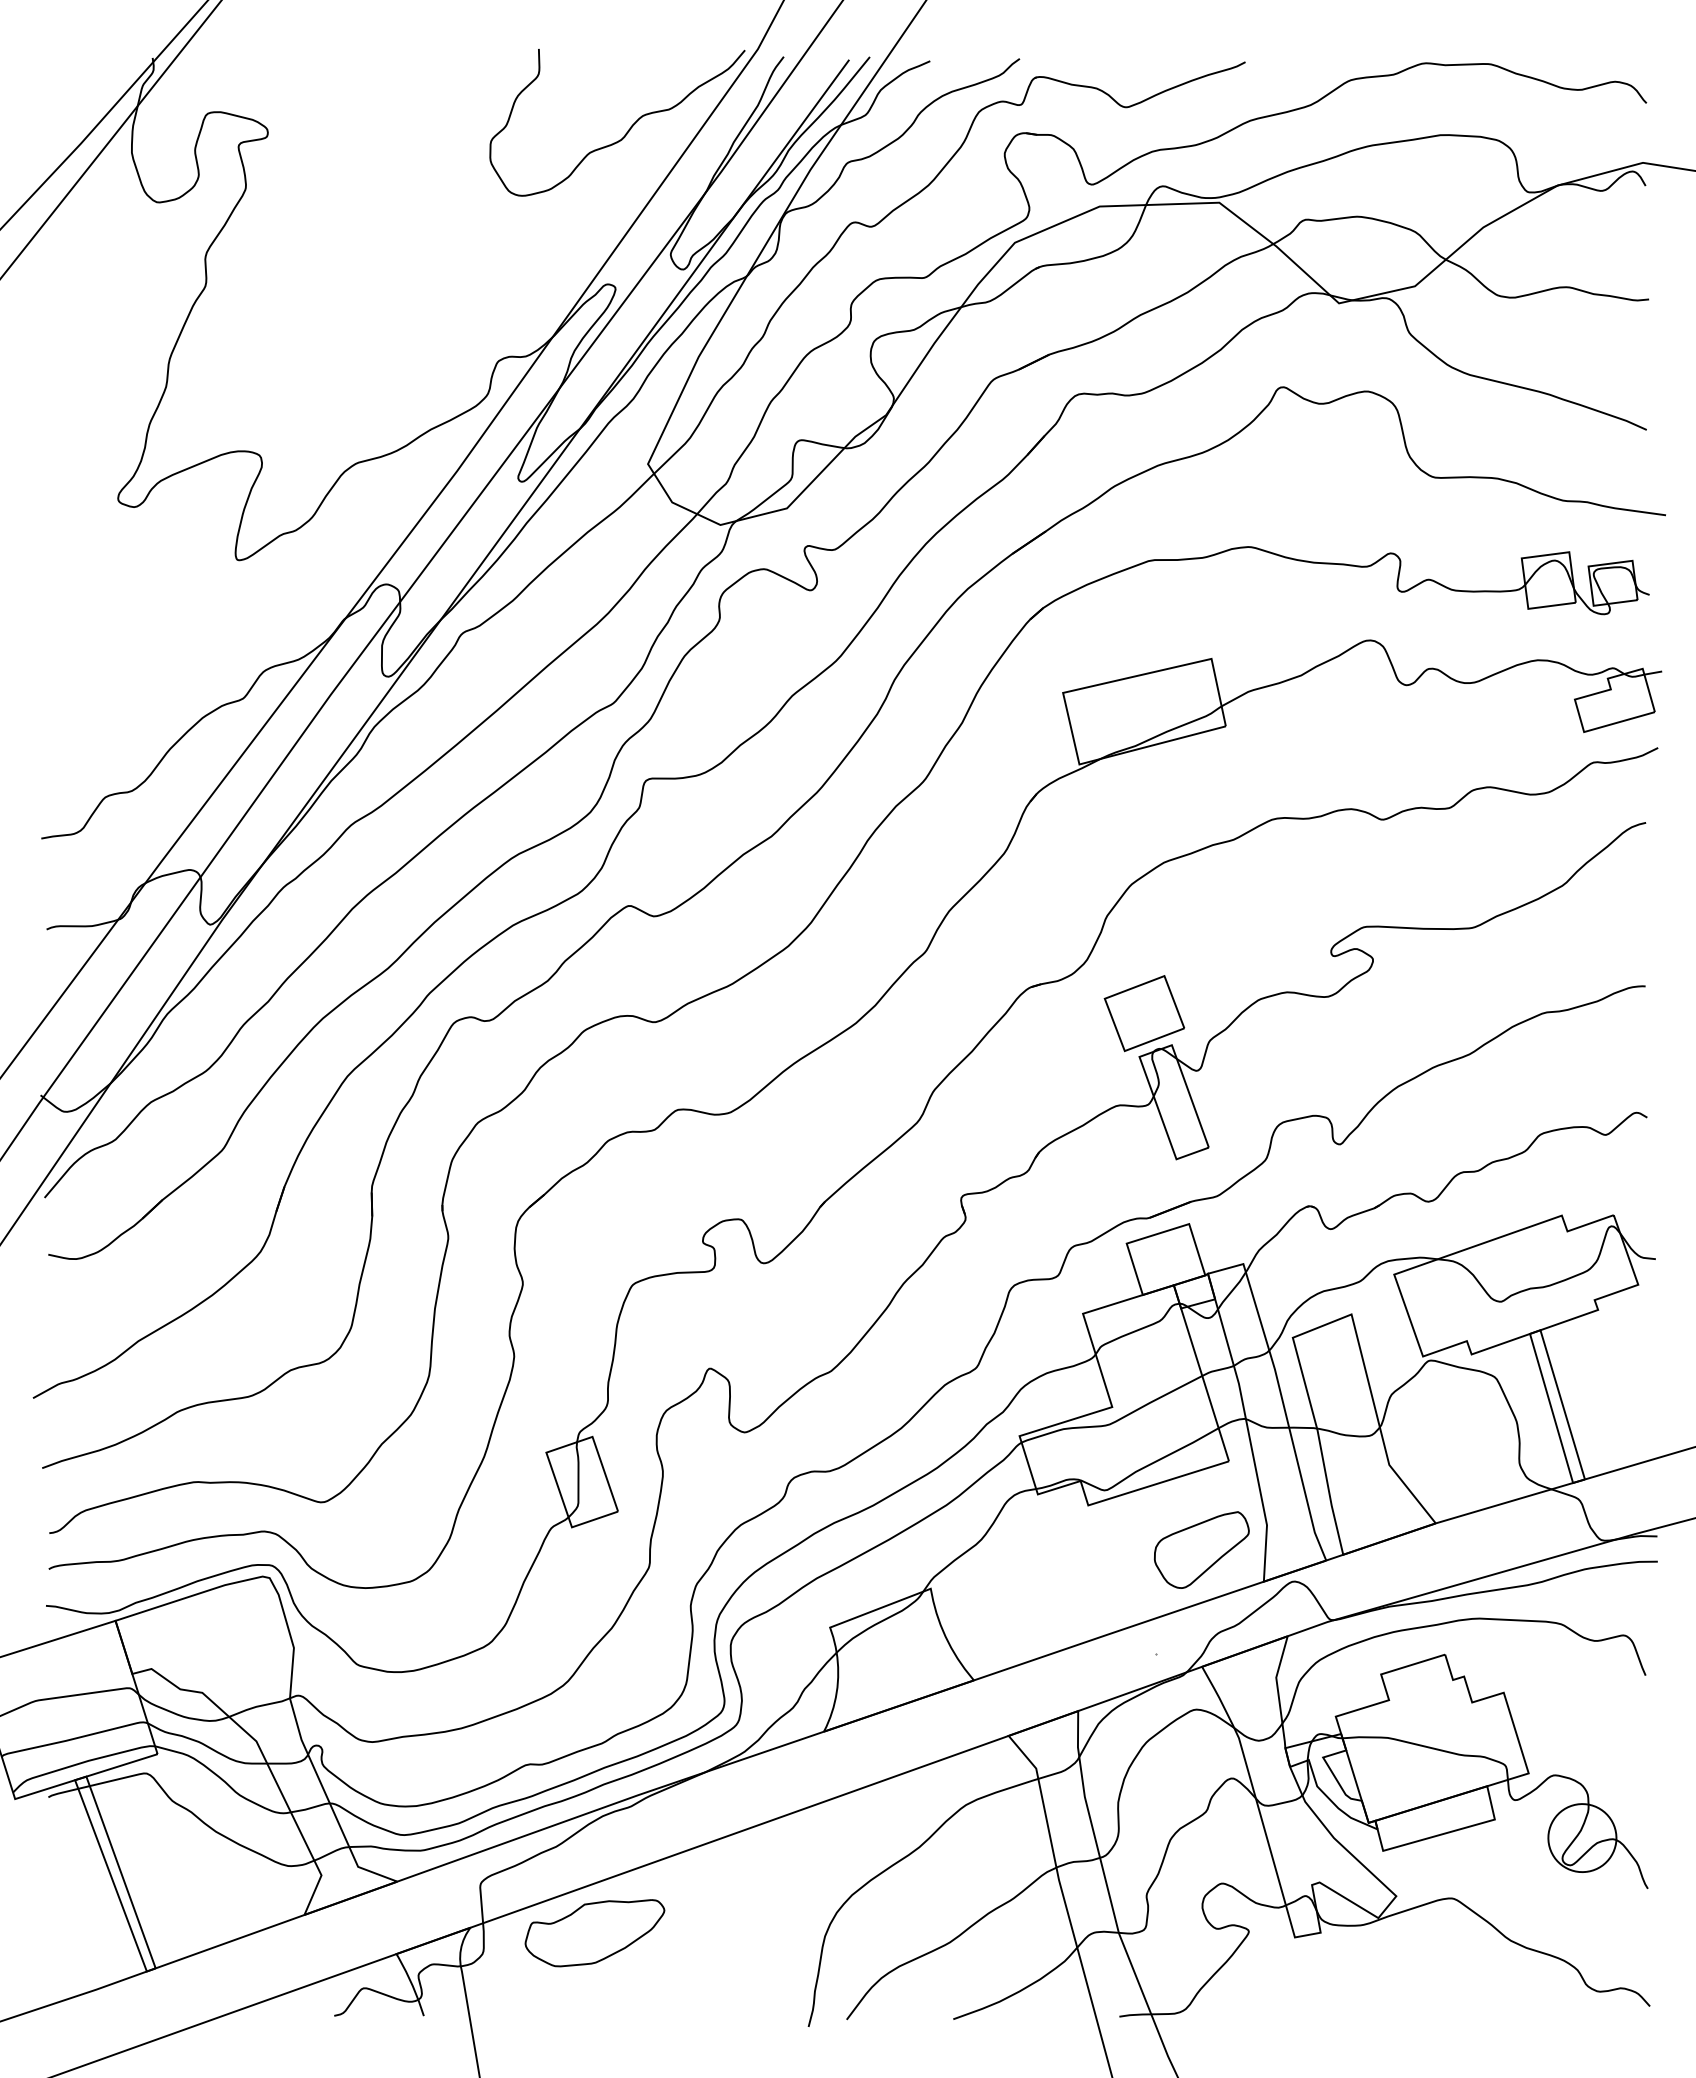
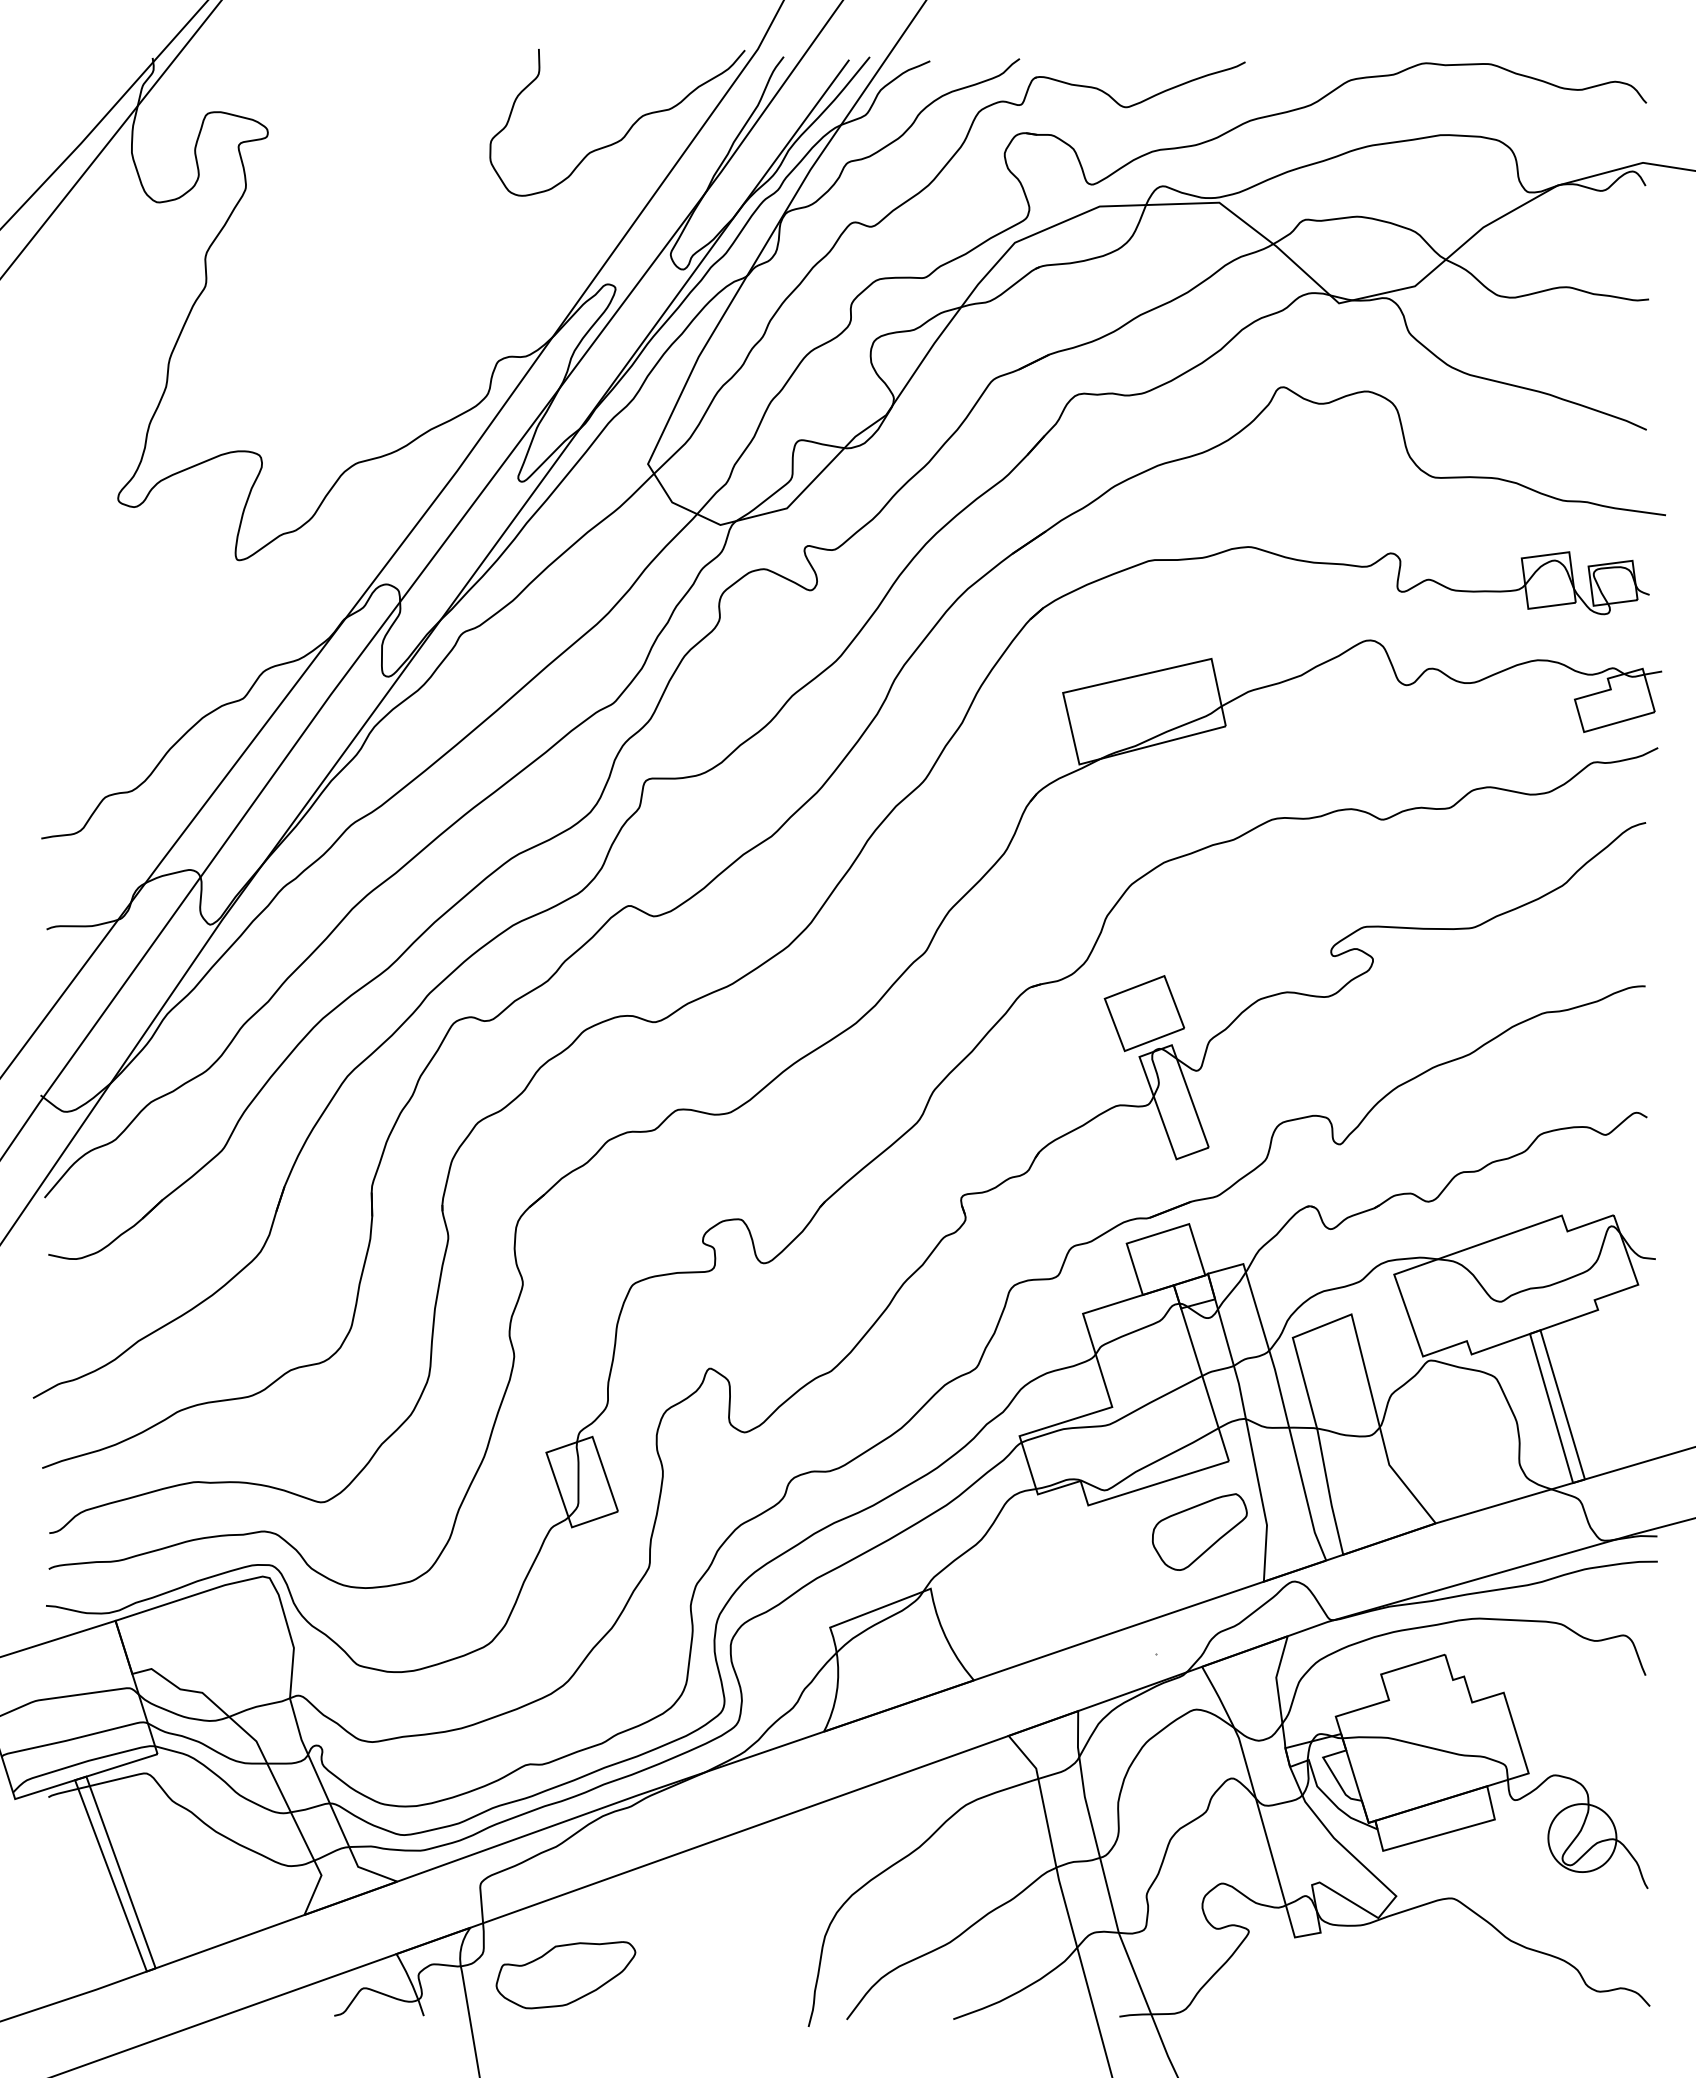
part at (1201, 1549) position: (1201, 1549) -> (1199, 1531)
part at (594, 1933) position: (594, 1933) -> (565, 1975)
